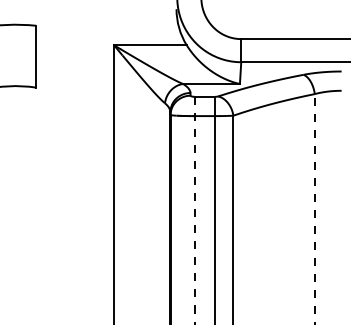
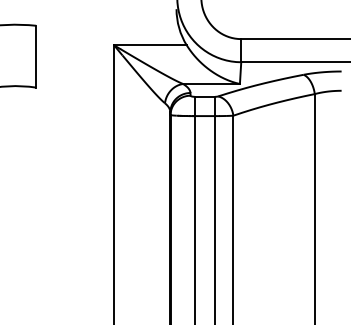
line at (314, 208): dashed -> solid
line at (194, 210): dashed -> solid
